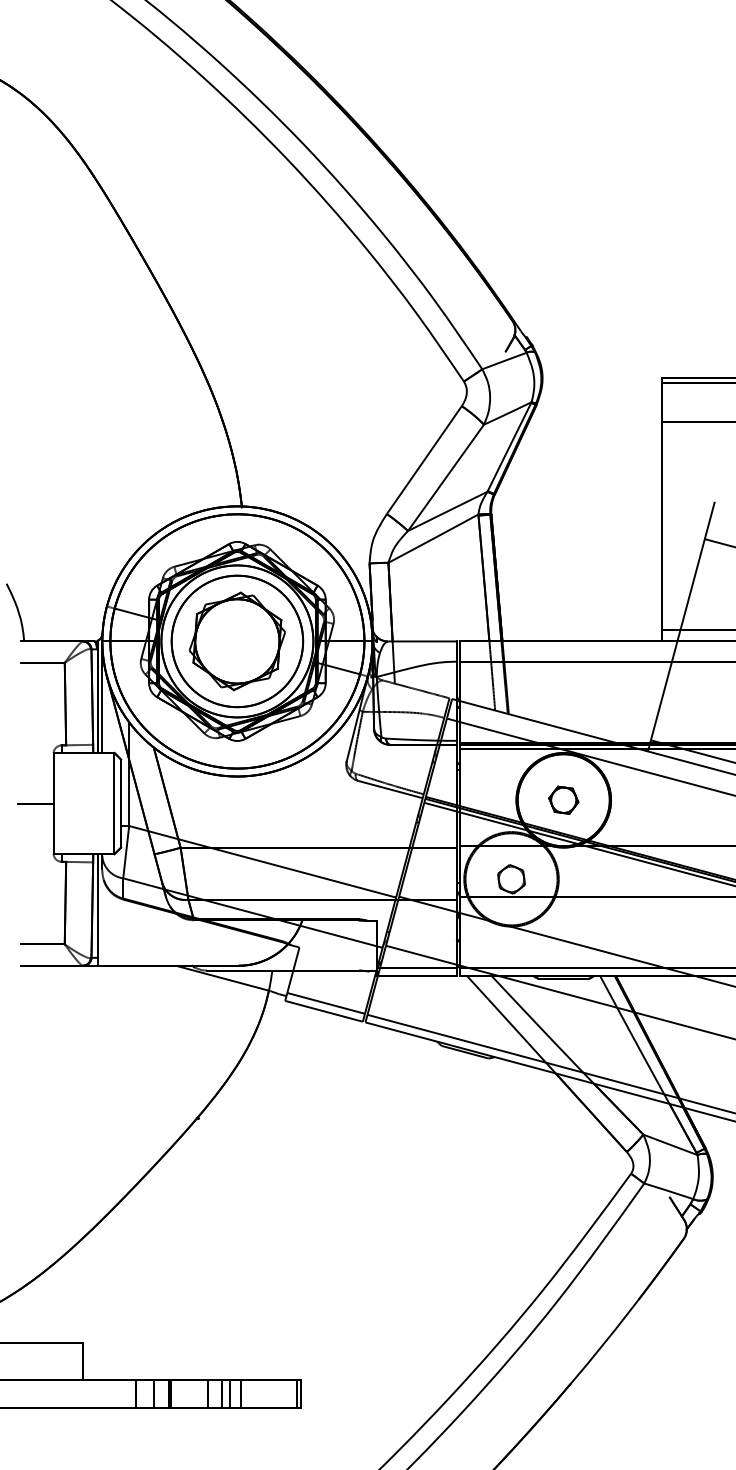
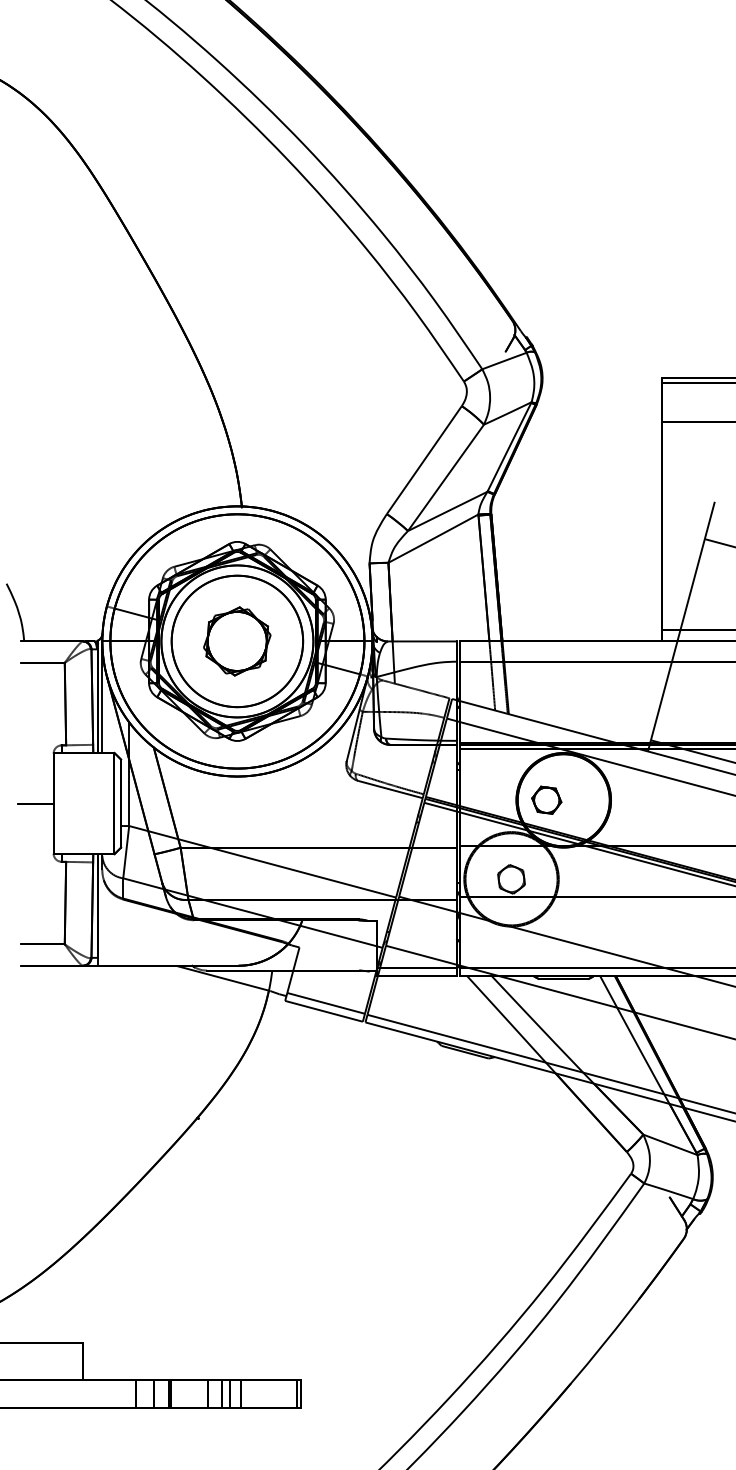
part at (236, 641) size: 98x101 px -> 69x71 px
part at (563, 799) position: (563, 799) -> (546, 799)
